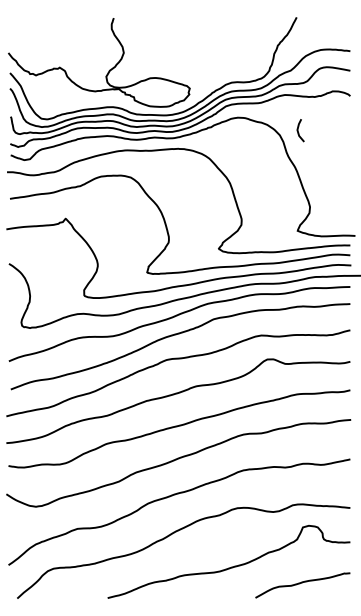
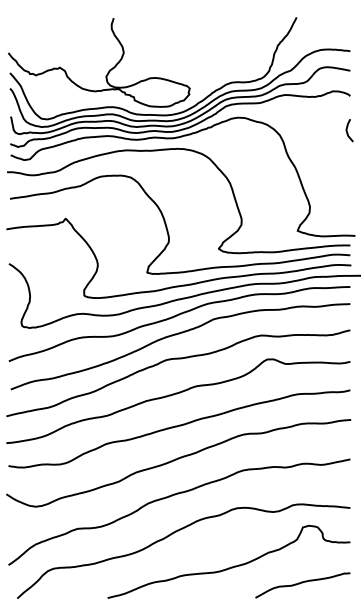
curve at (298, 130) position: (298, 130) -> (347, 130)
